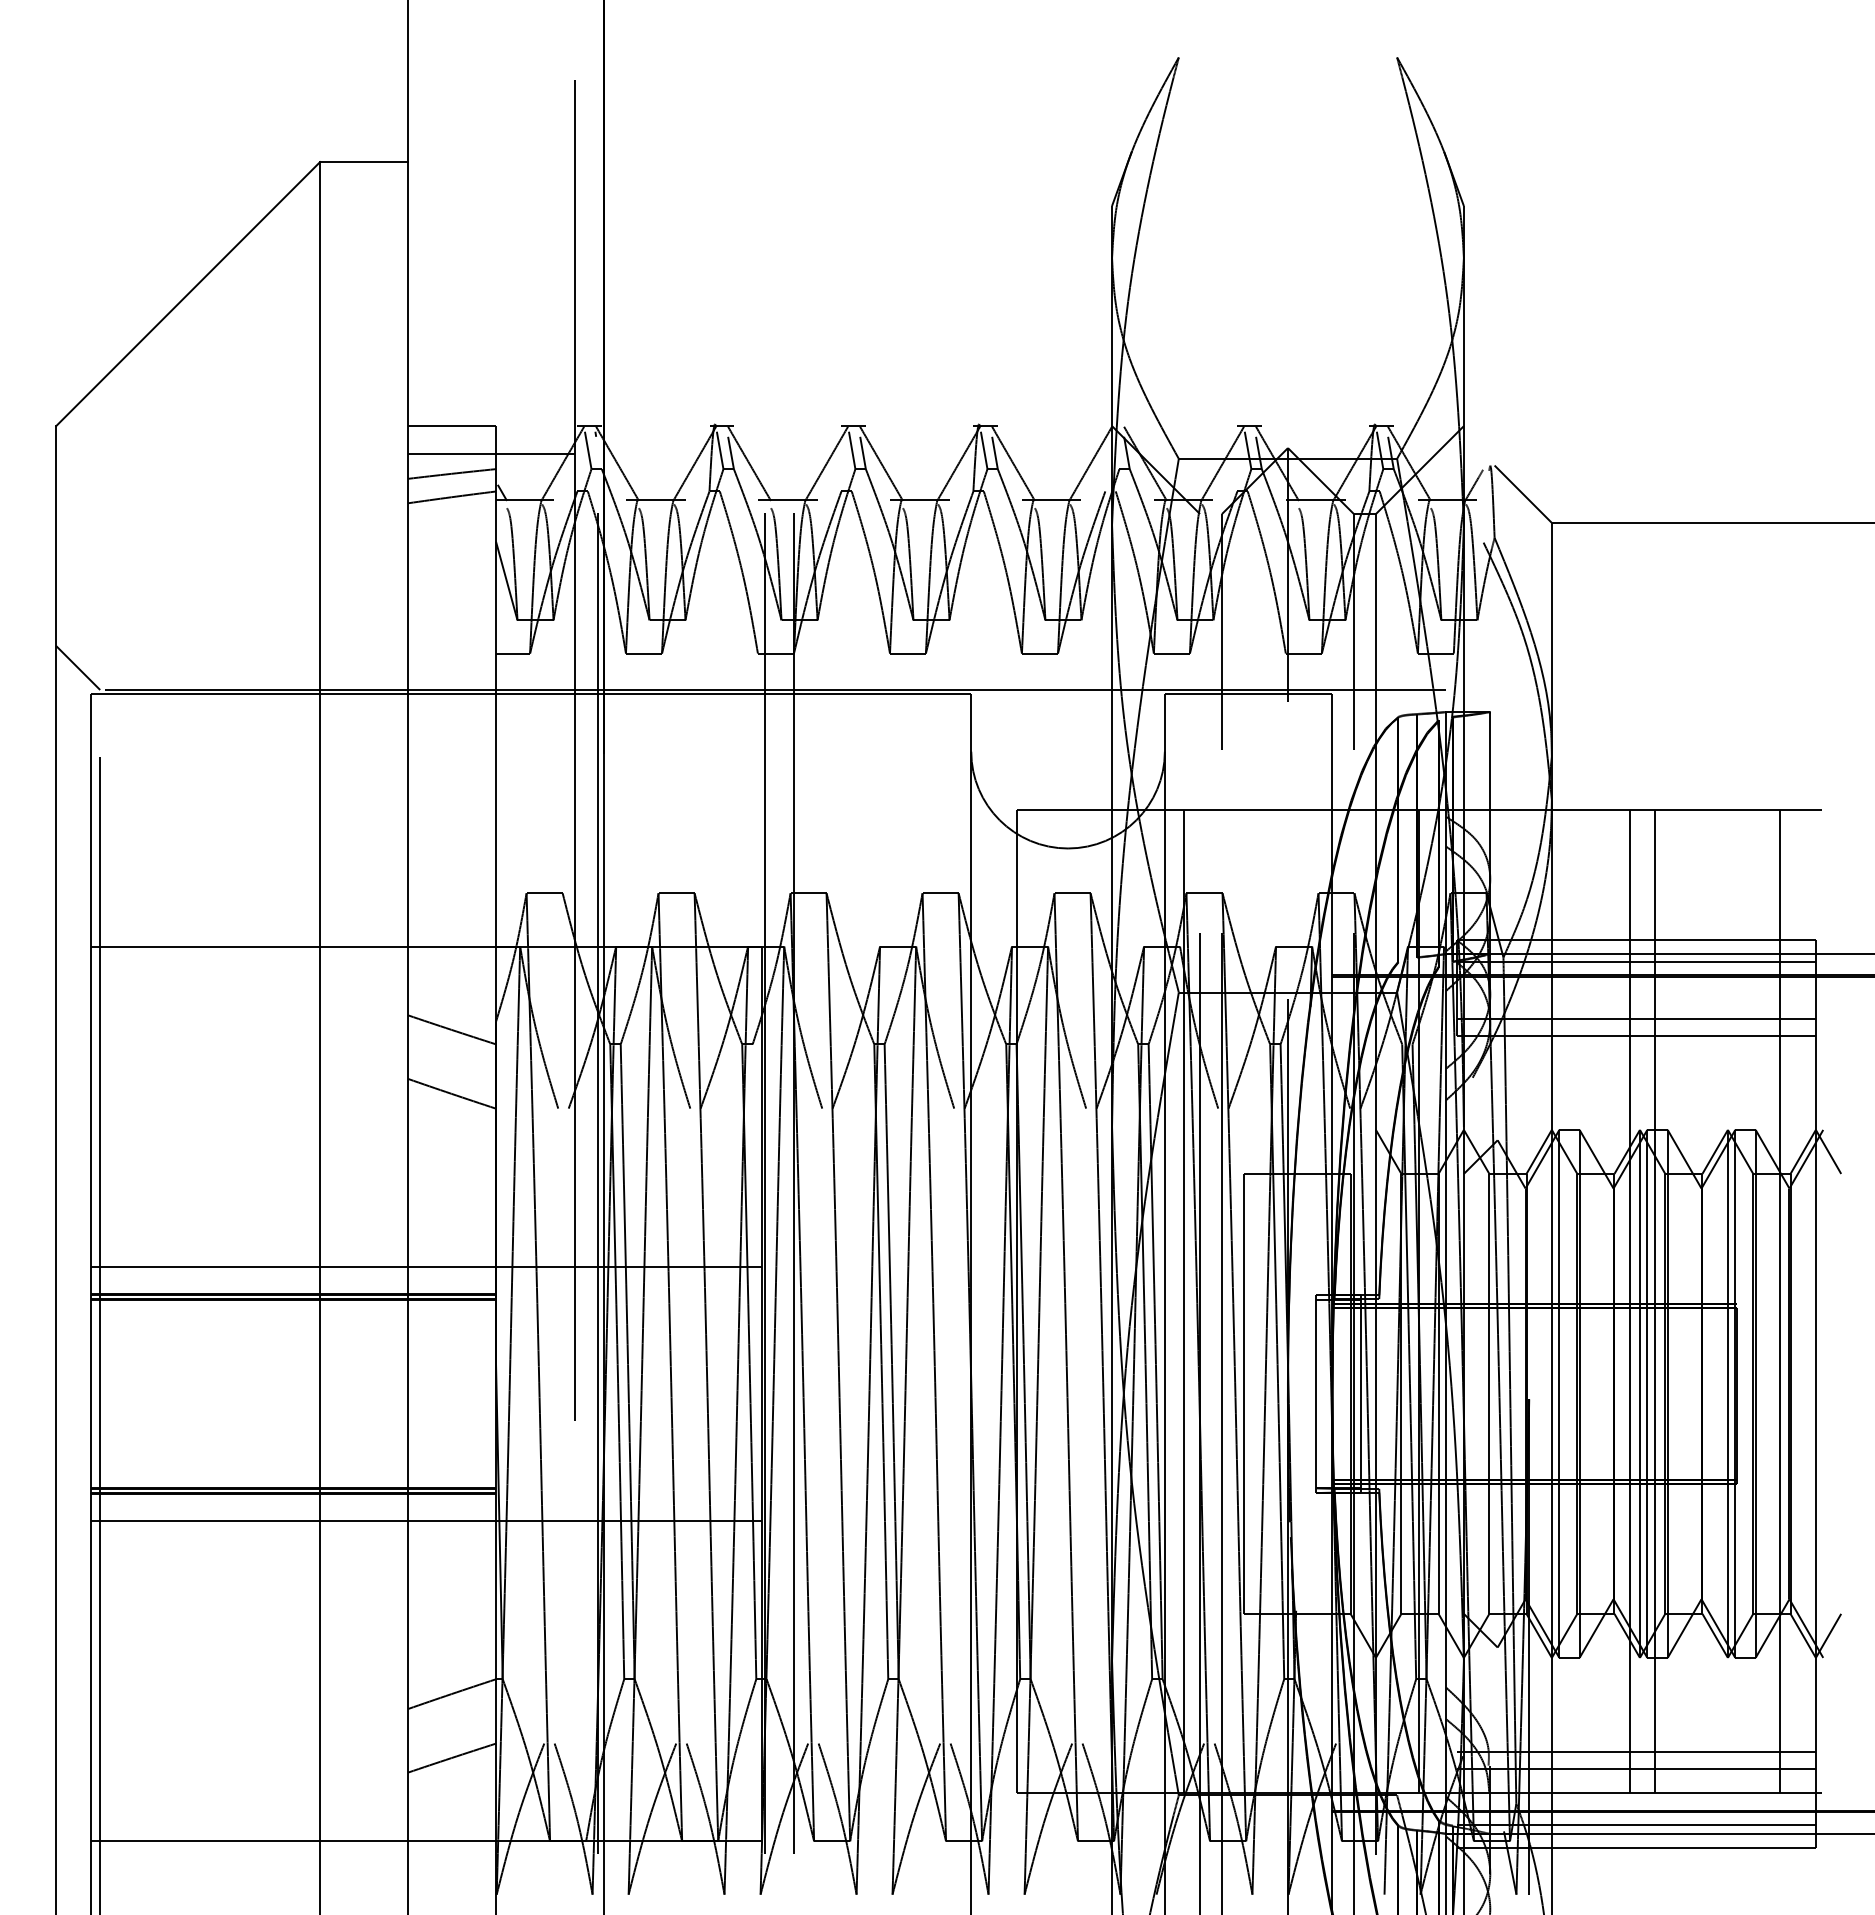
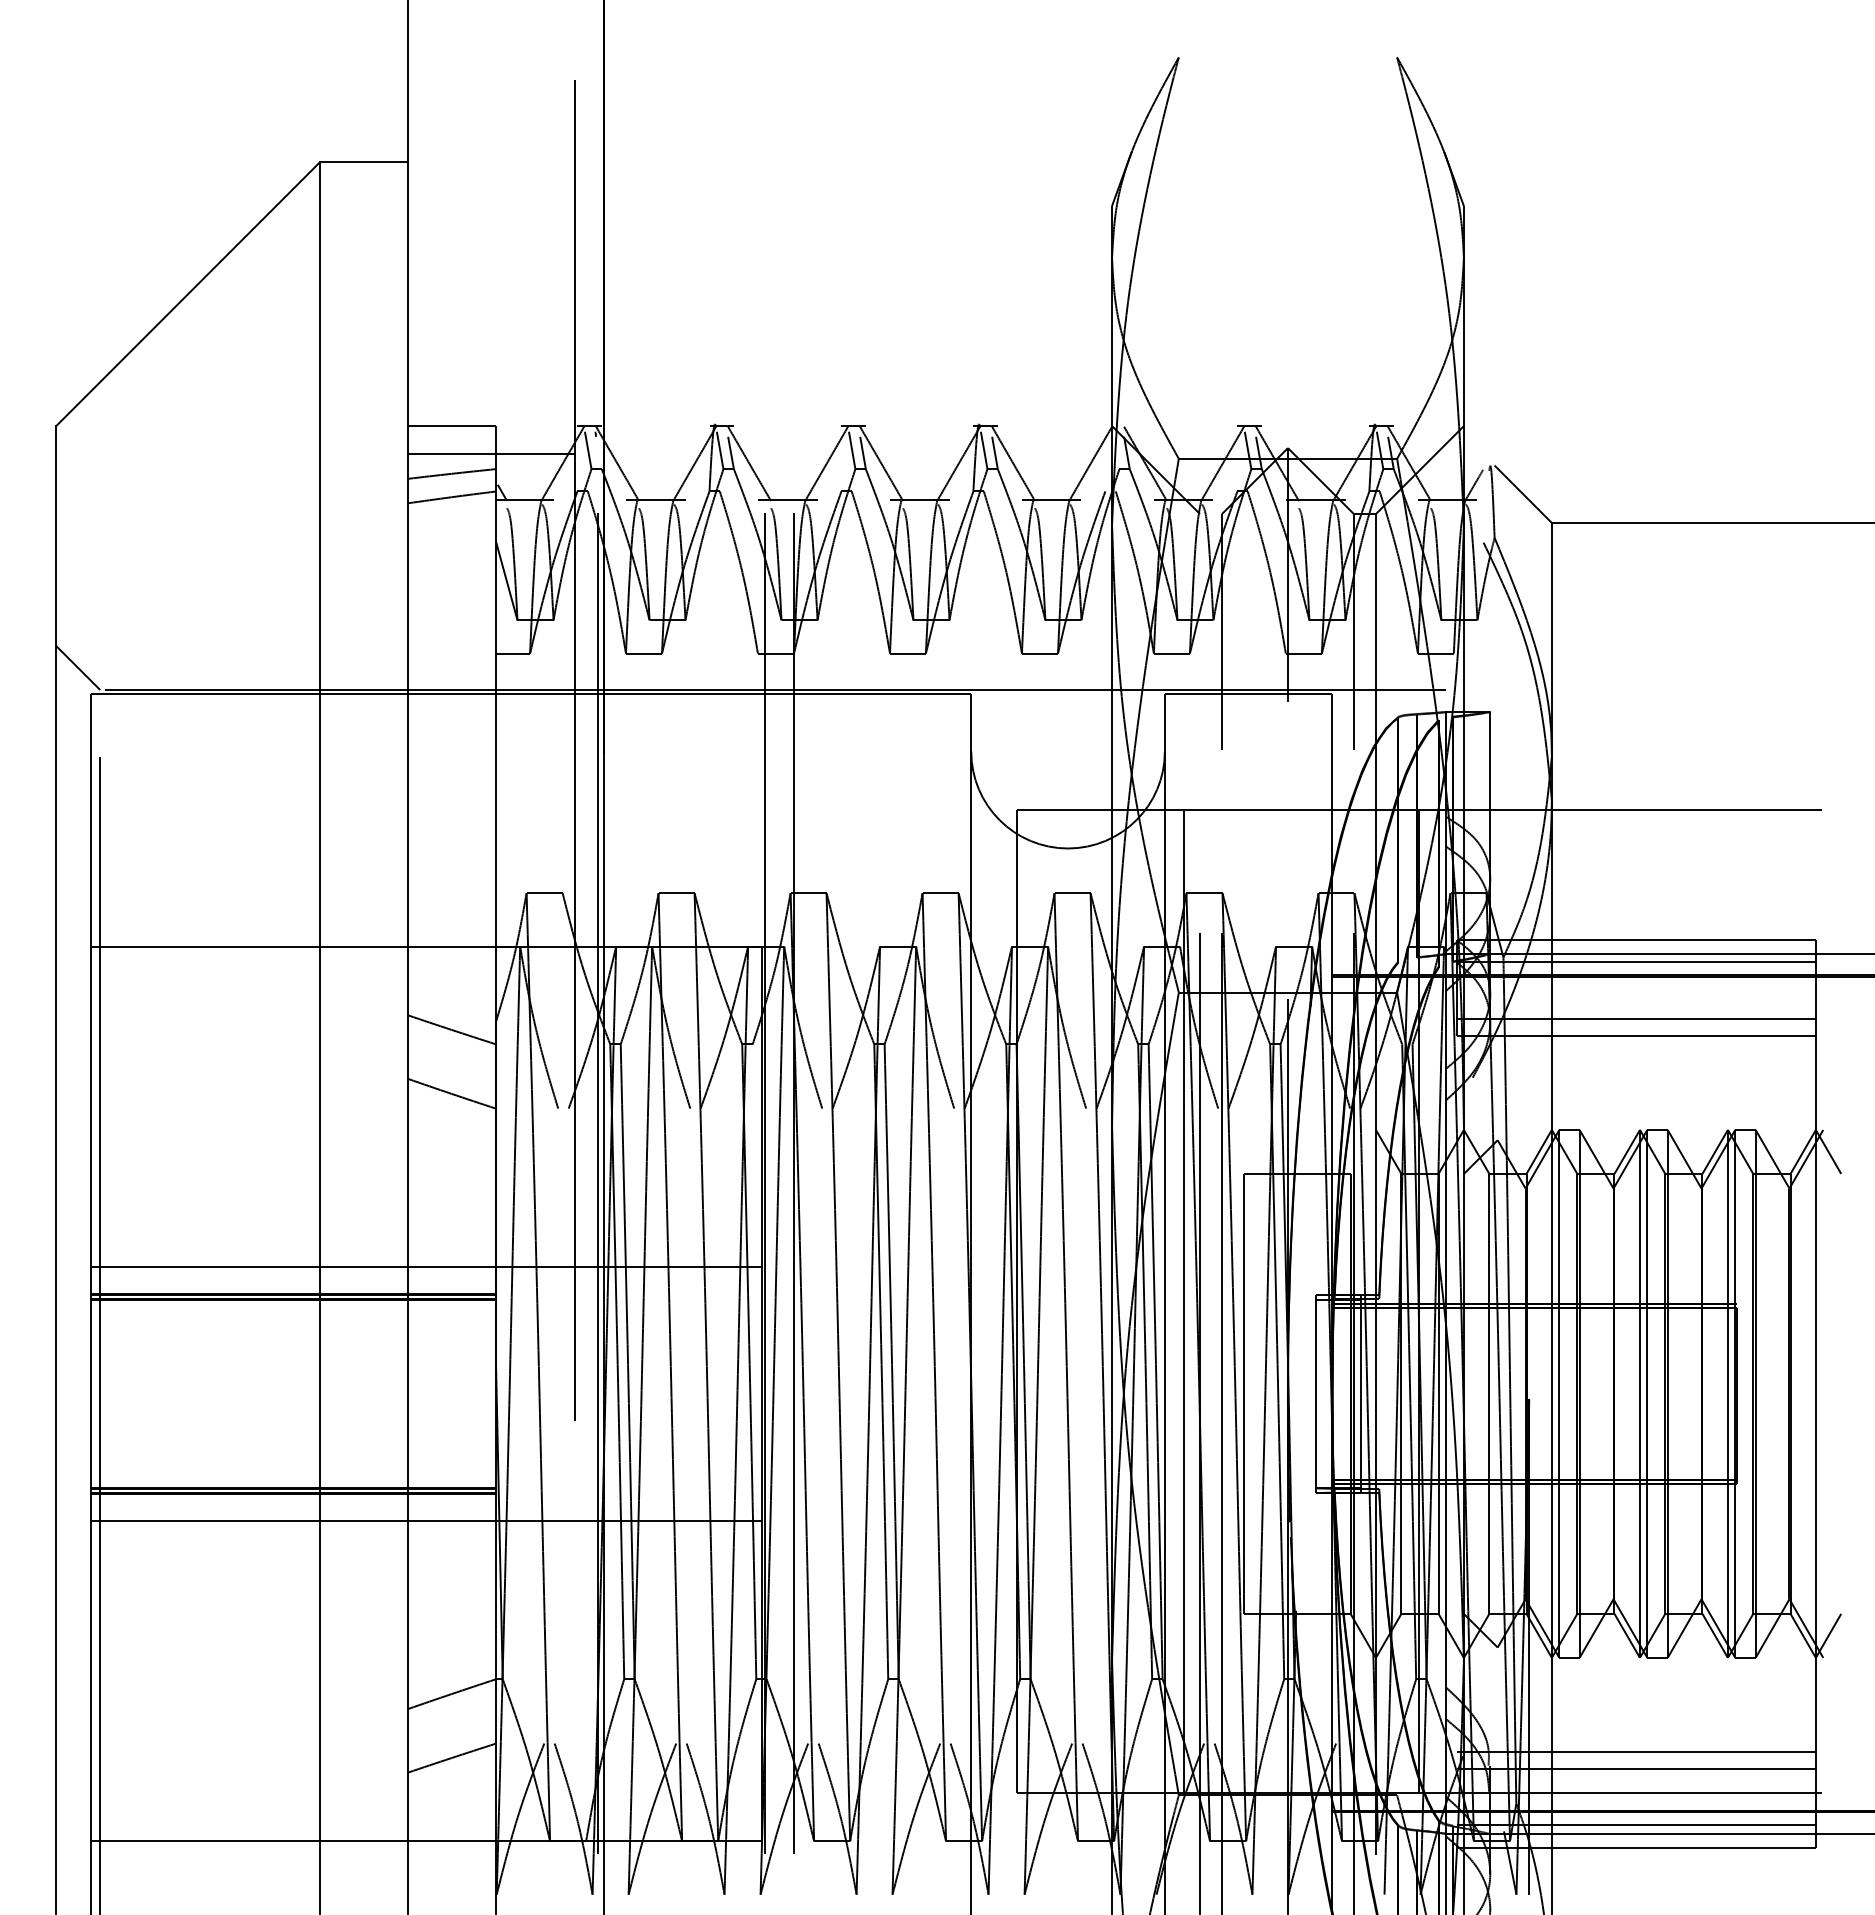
line at (1630, 1301): present -> none
line at (1654, 1301): present -> none
line at (1779, 1301): present -> none
